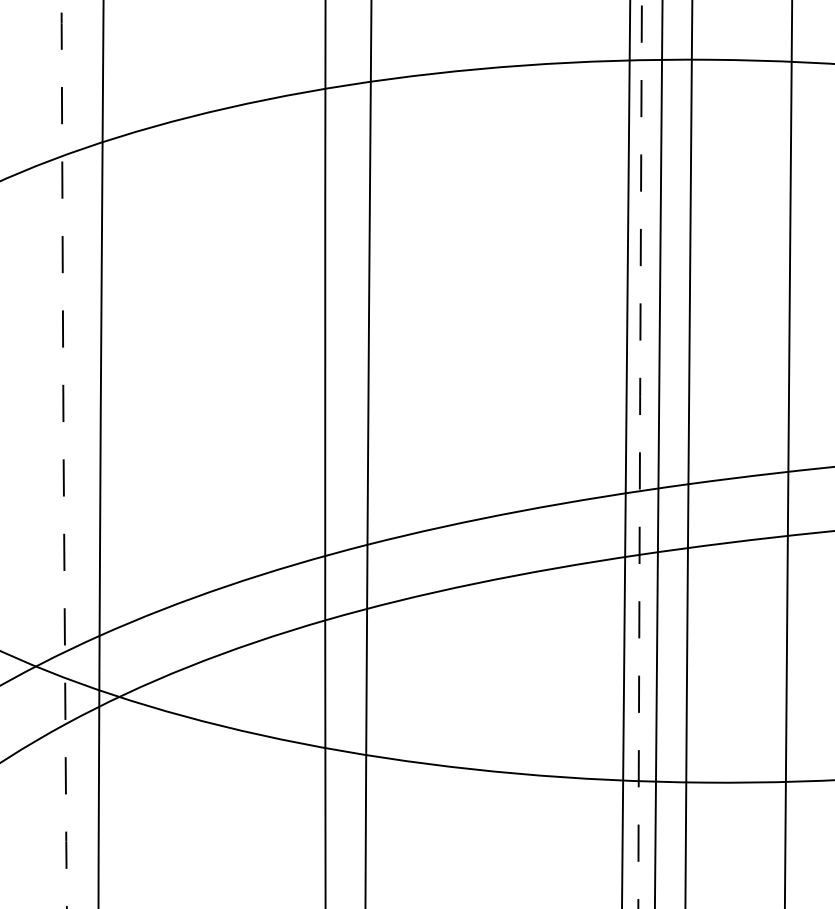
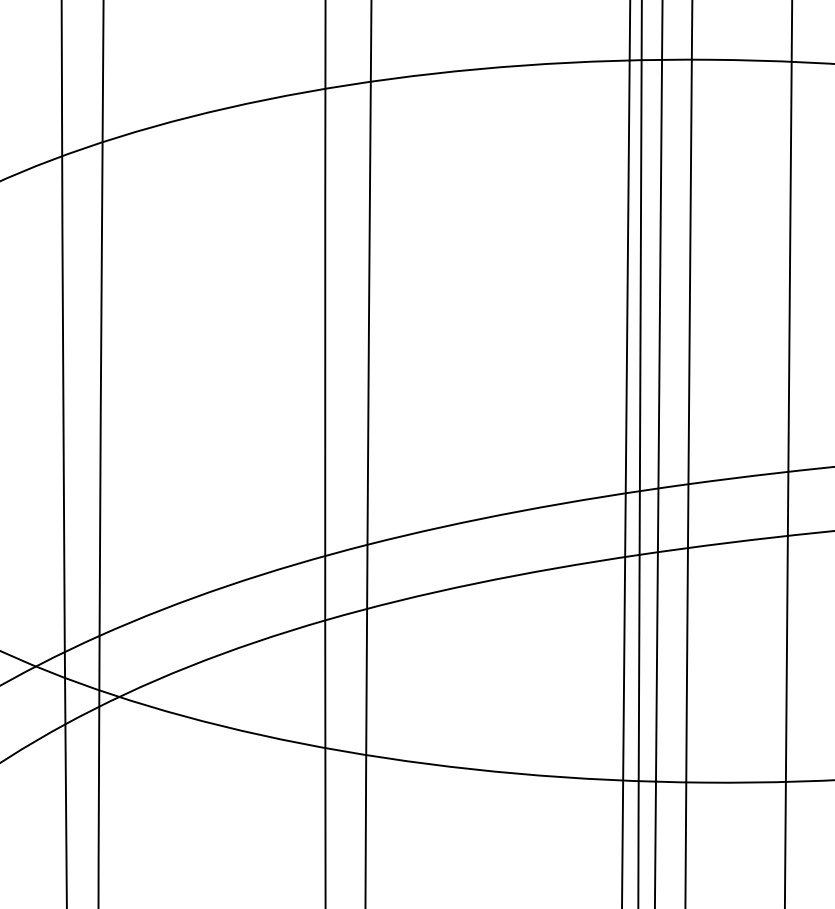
arc at (639, 453): dashed -> solid
arc at (63, 454): dashed -> solid
